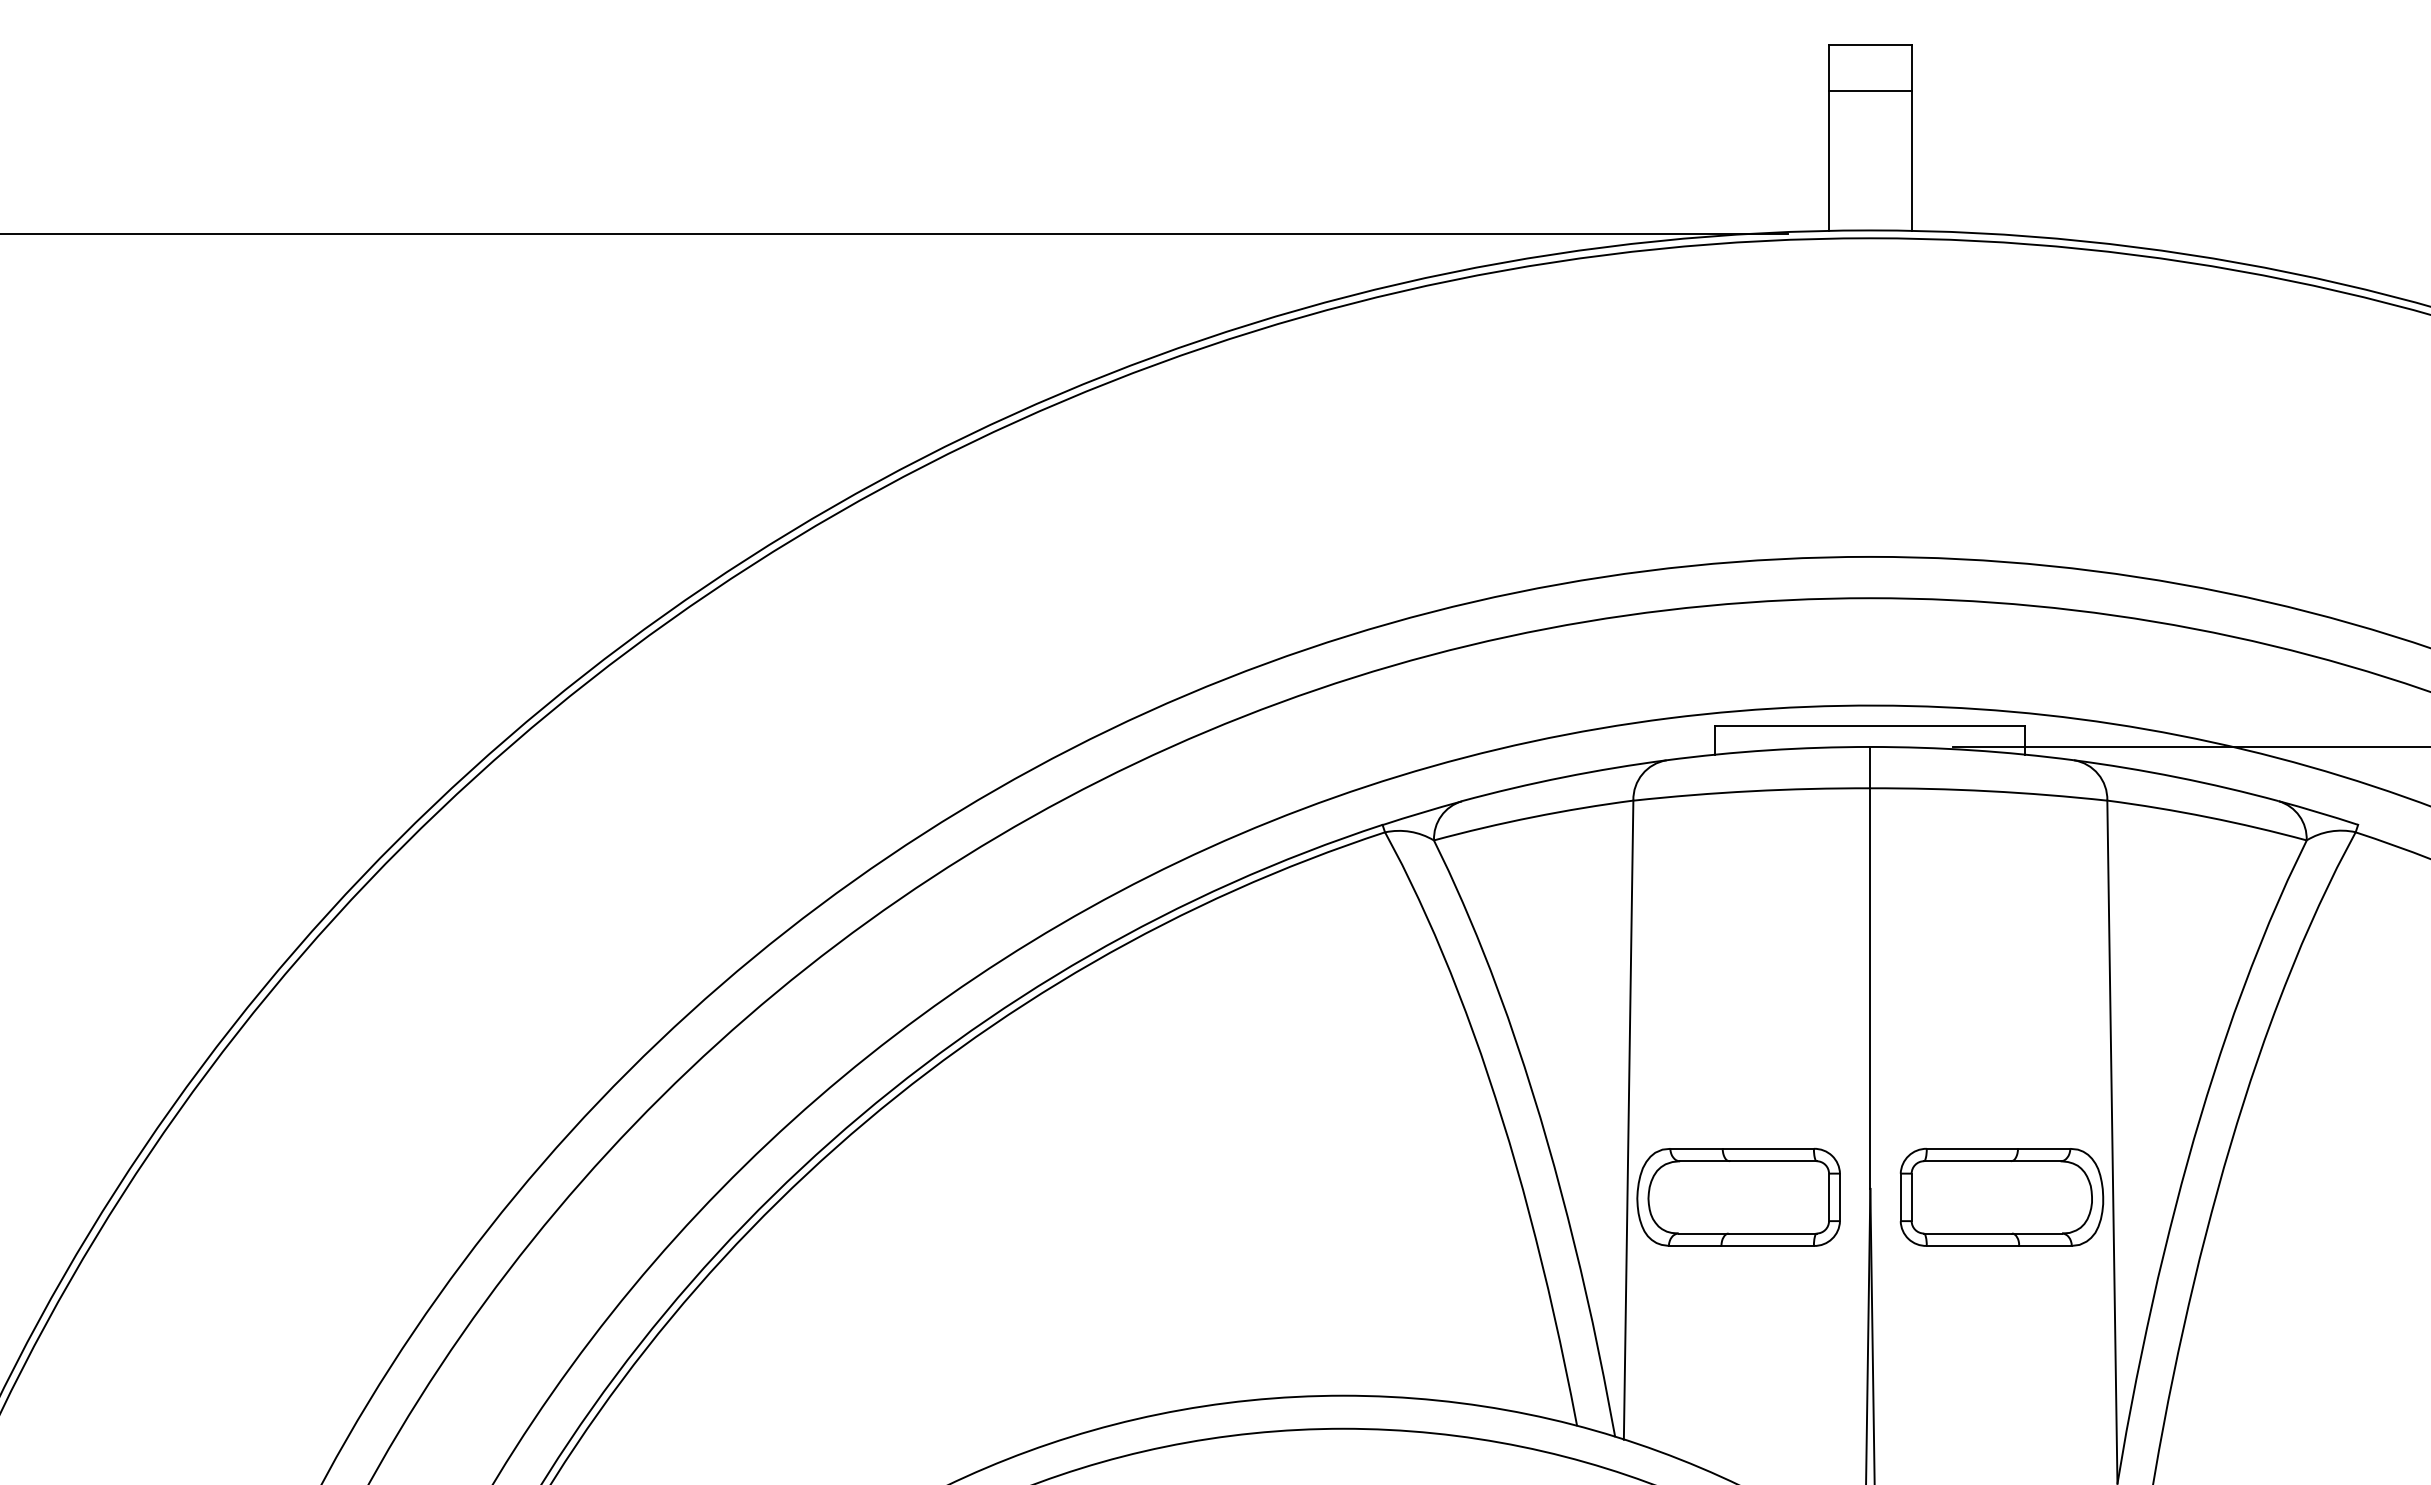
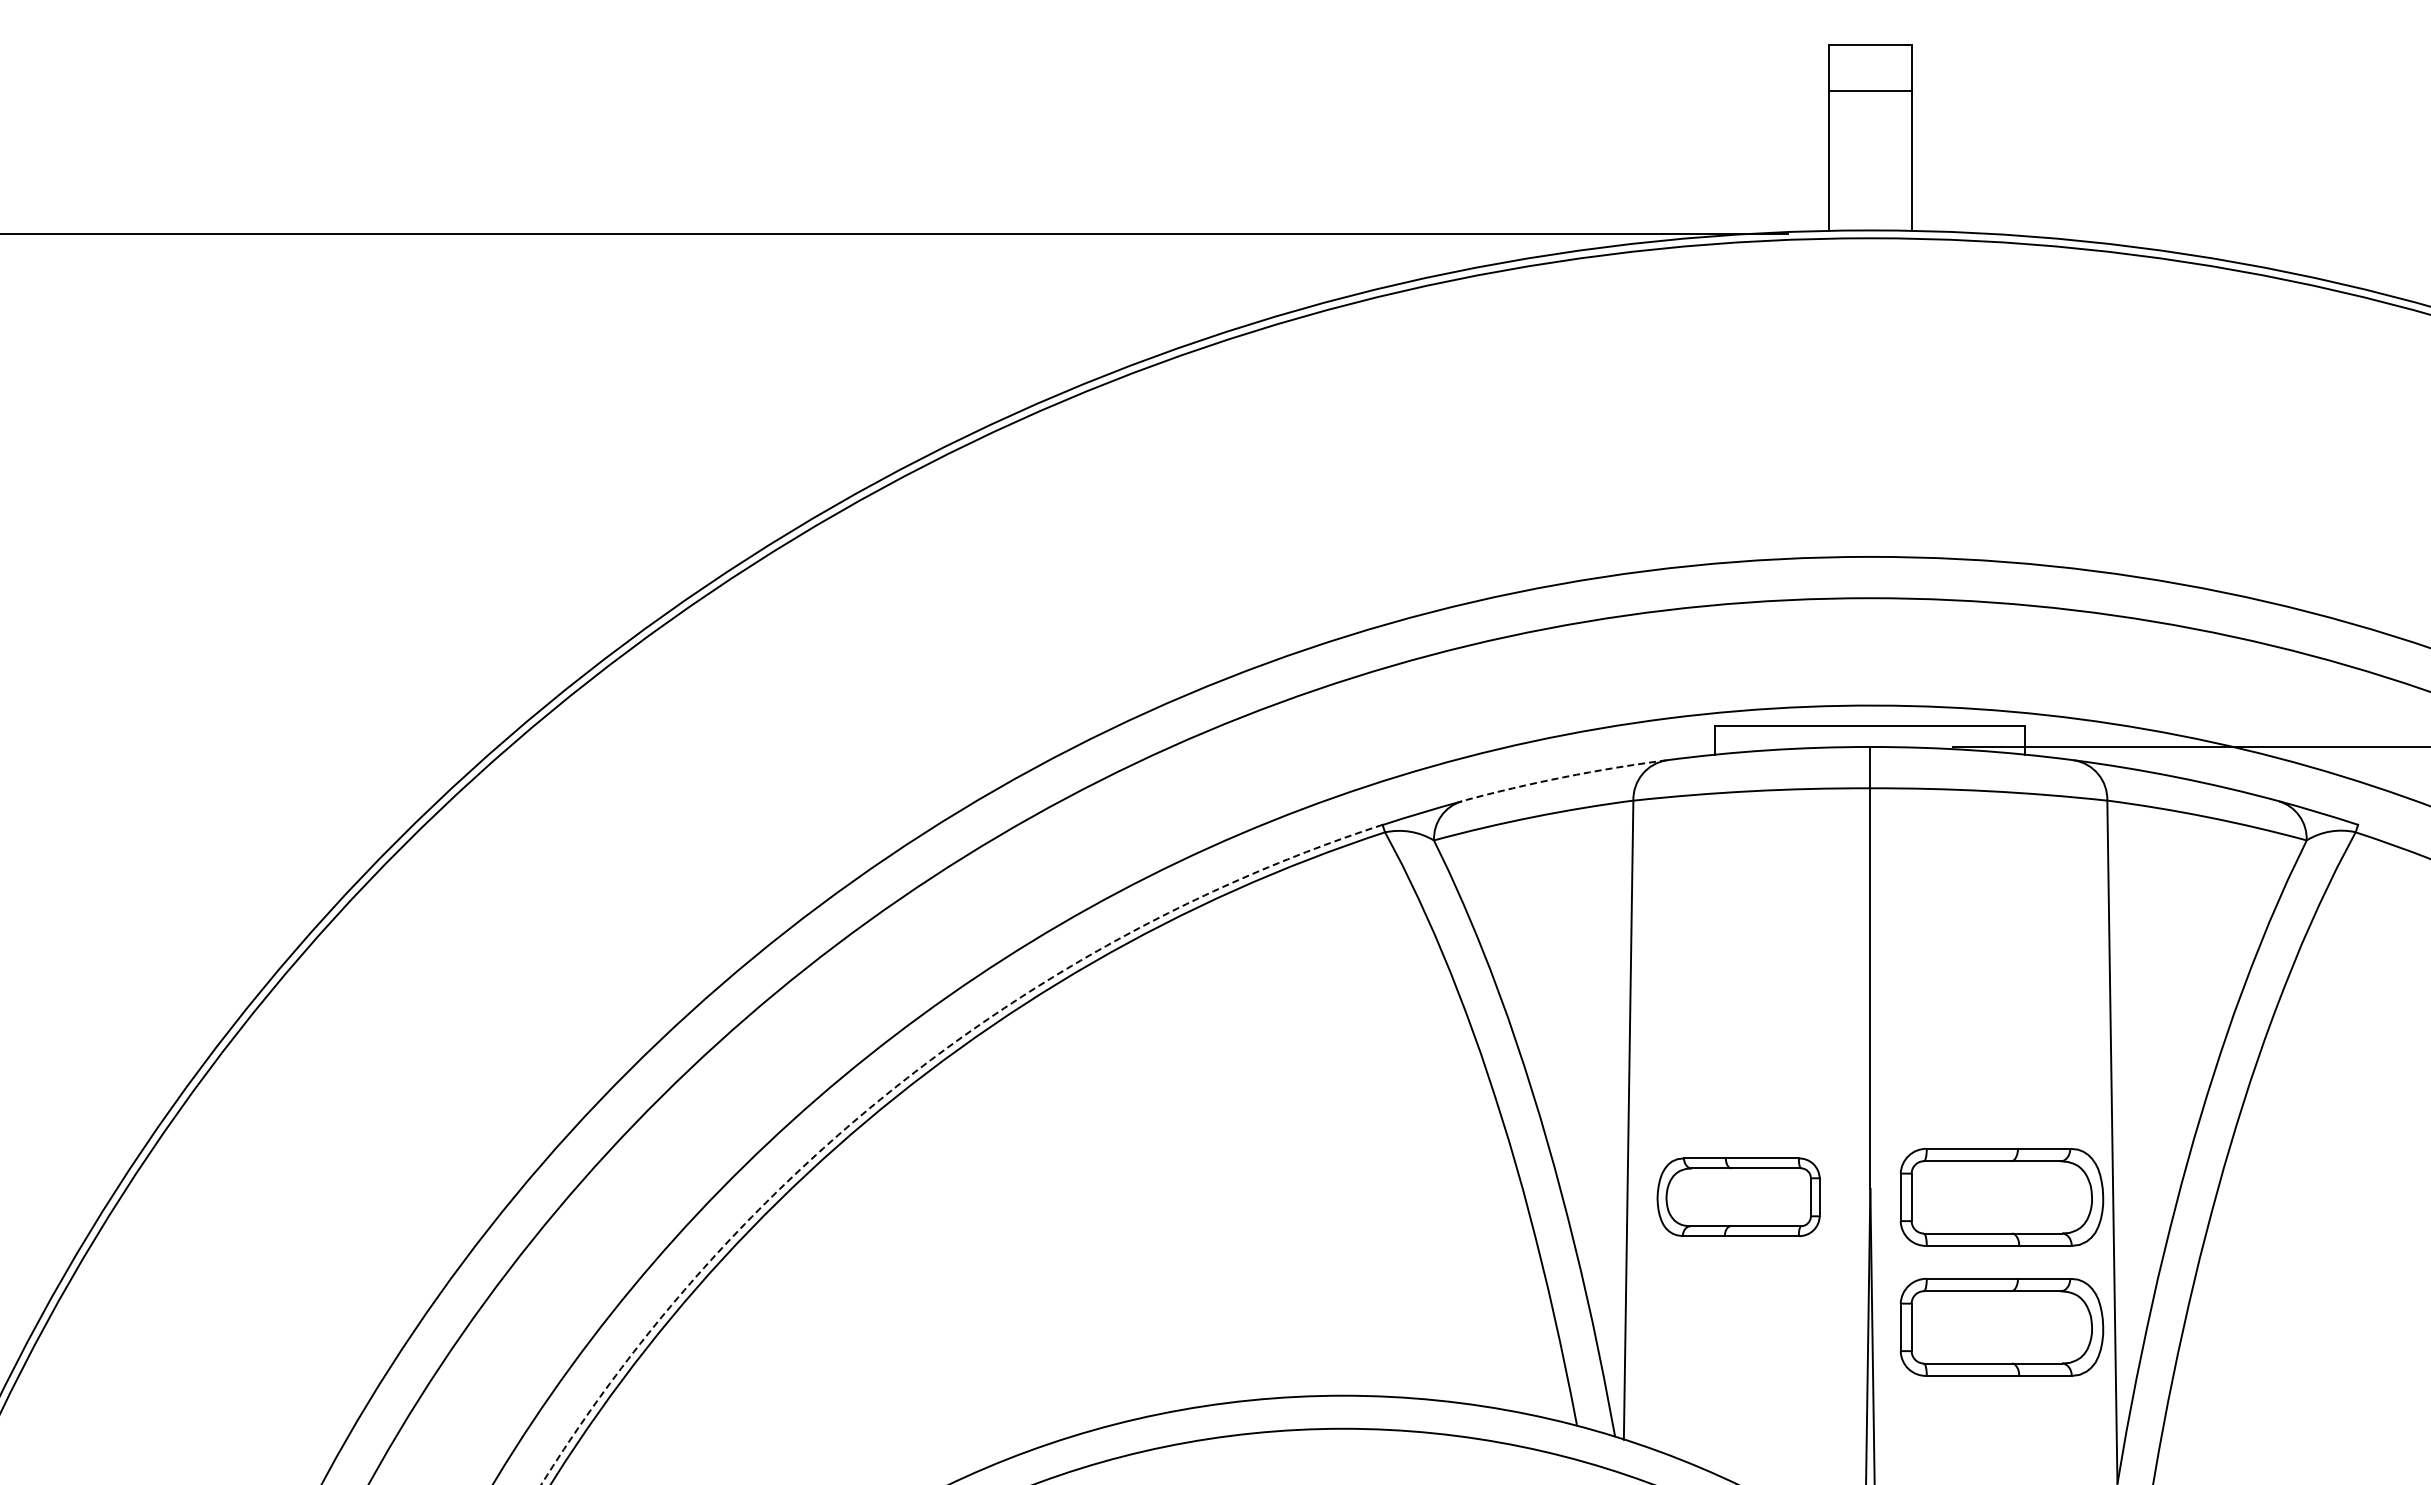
arc at (1563, 777): solid -> dashed
arc at (904, 1080): solid -> dashed
part at (1738, 1196) size: 205x100 px -> 165x80 px
part at (2001, 1327): none -> present
